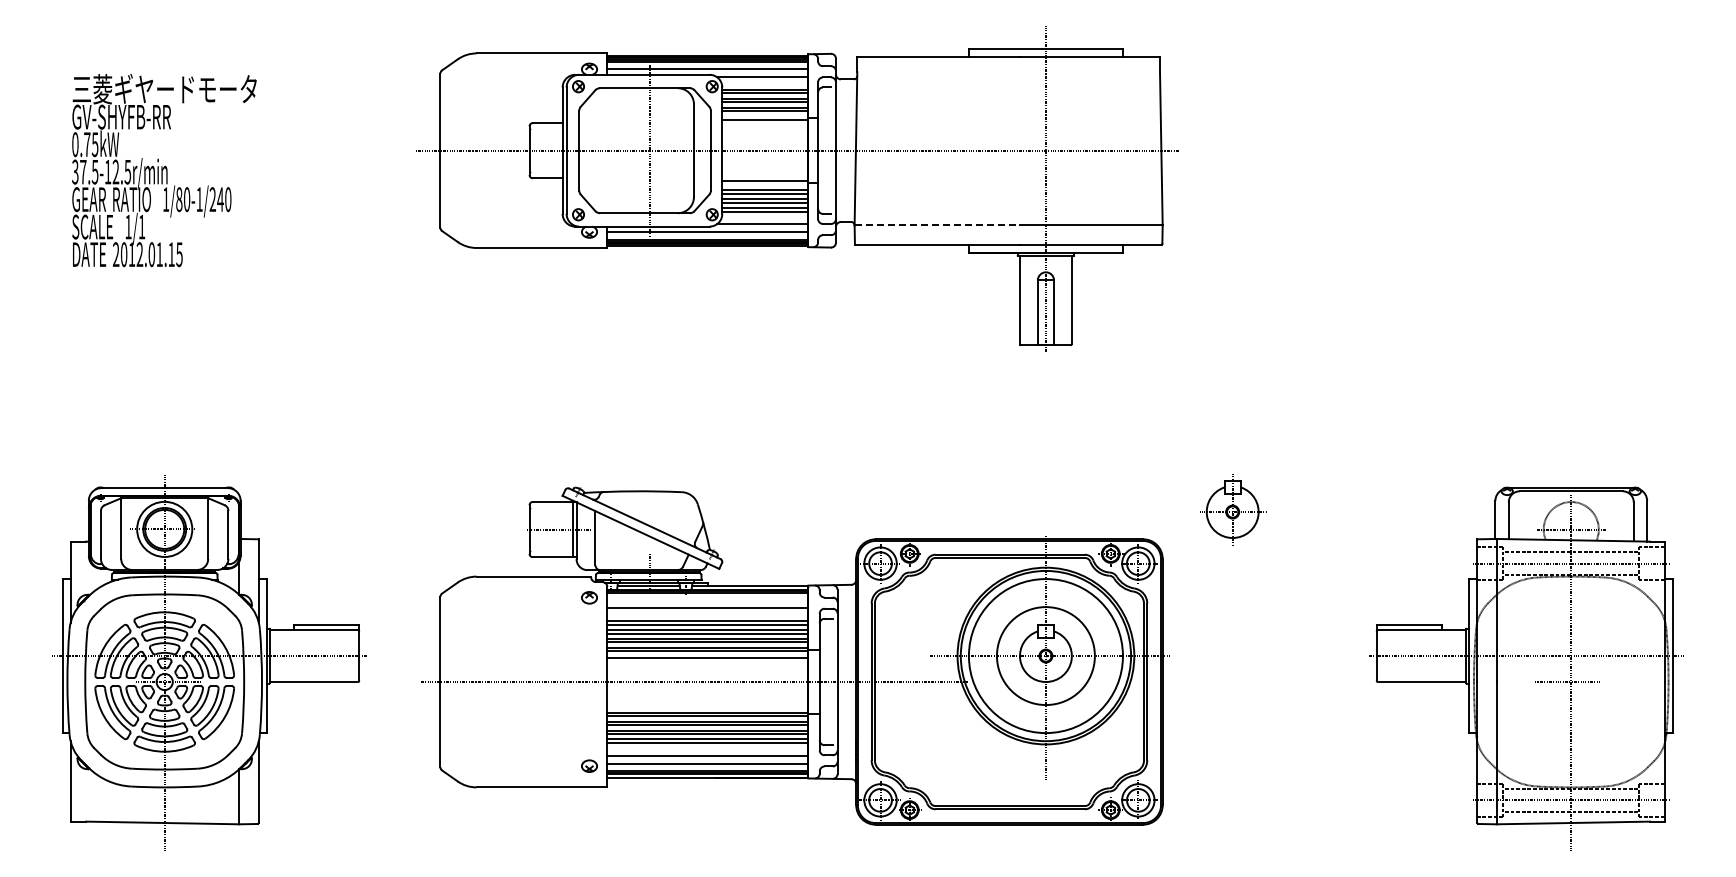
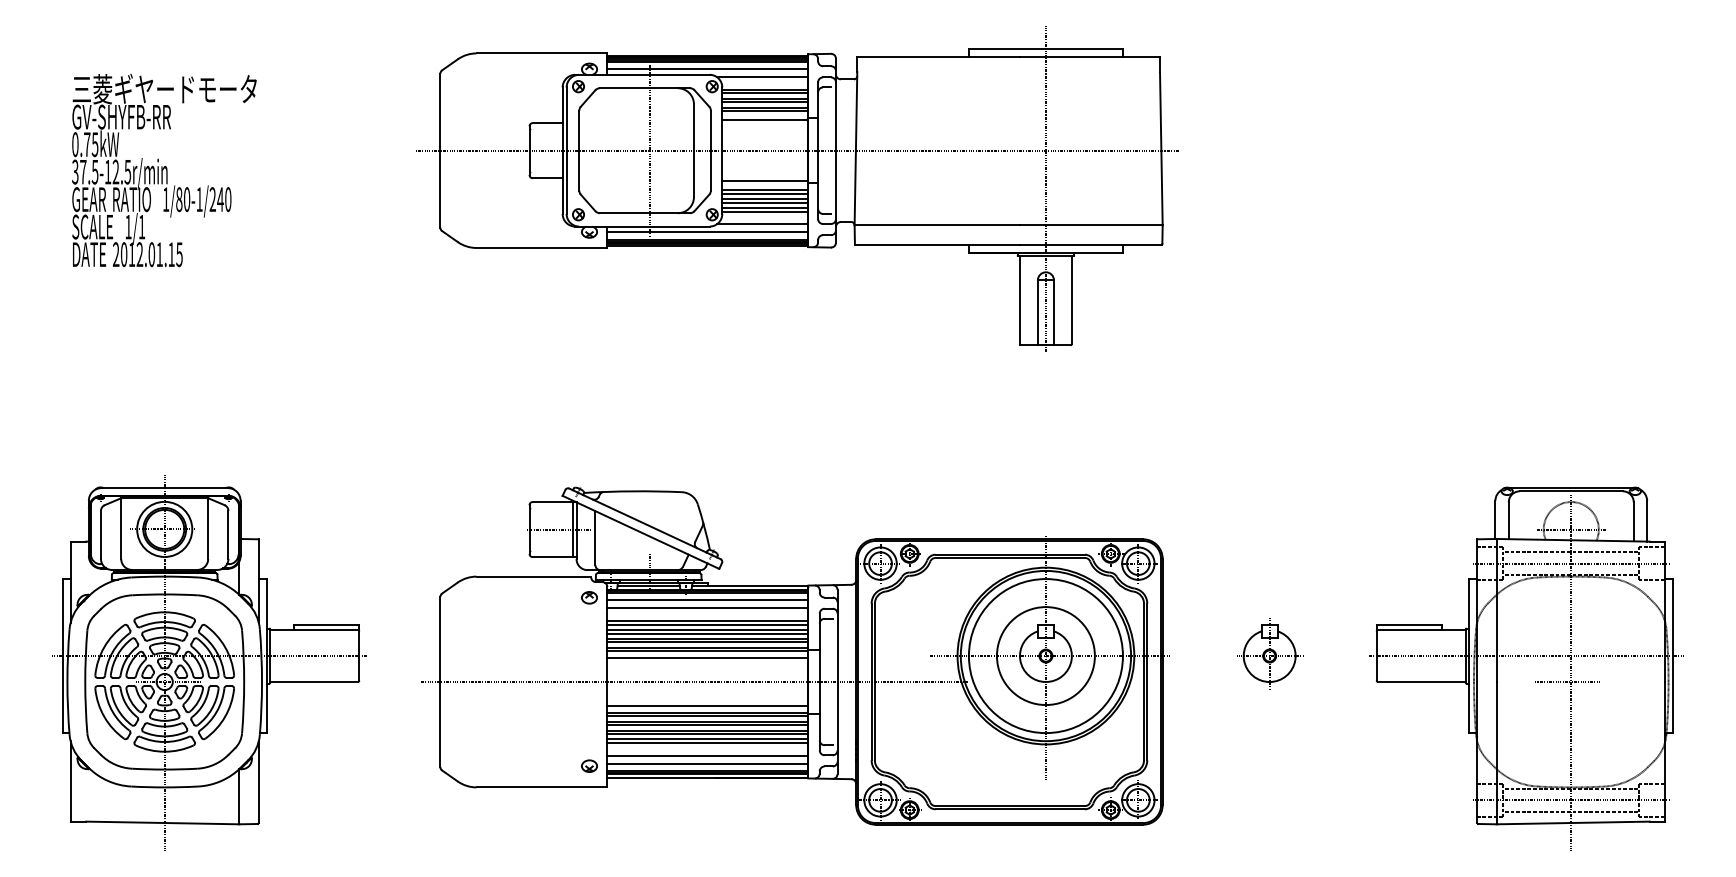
line at (937, 225): dashed -> solid
part at (1233, 509) position: (1233, 509) -> (1270, 653)
line at (707, 600): none -> present
line at (707, 706): none -> present
